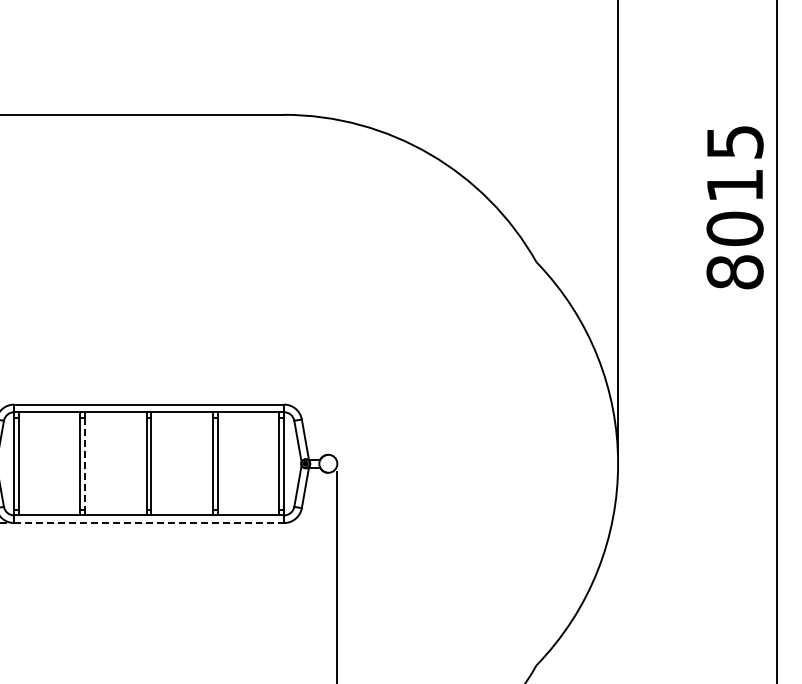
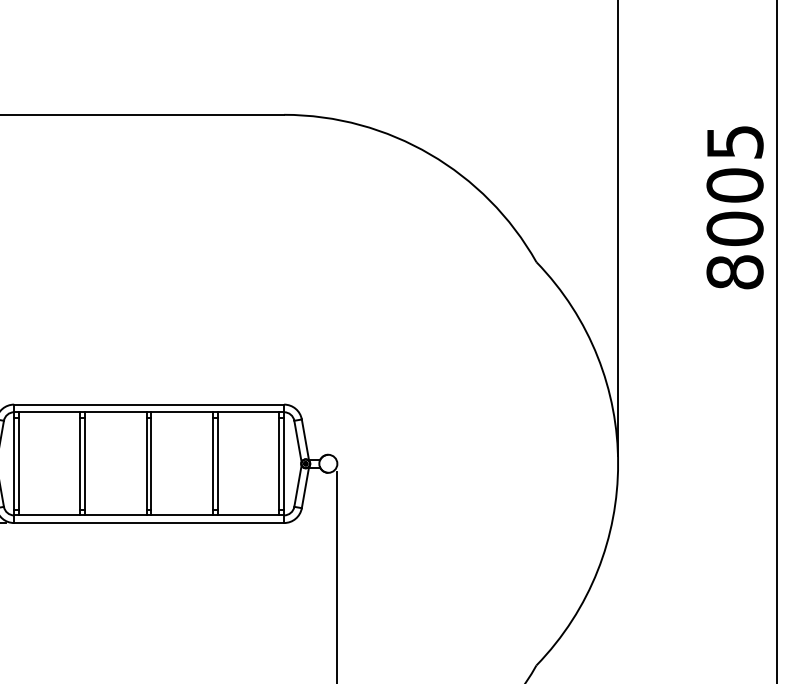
text at (734, 185): 8015 -> 8005
line at (85, 463): dashed -> solid
line at (149, 523): dashed -> solid
